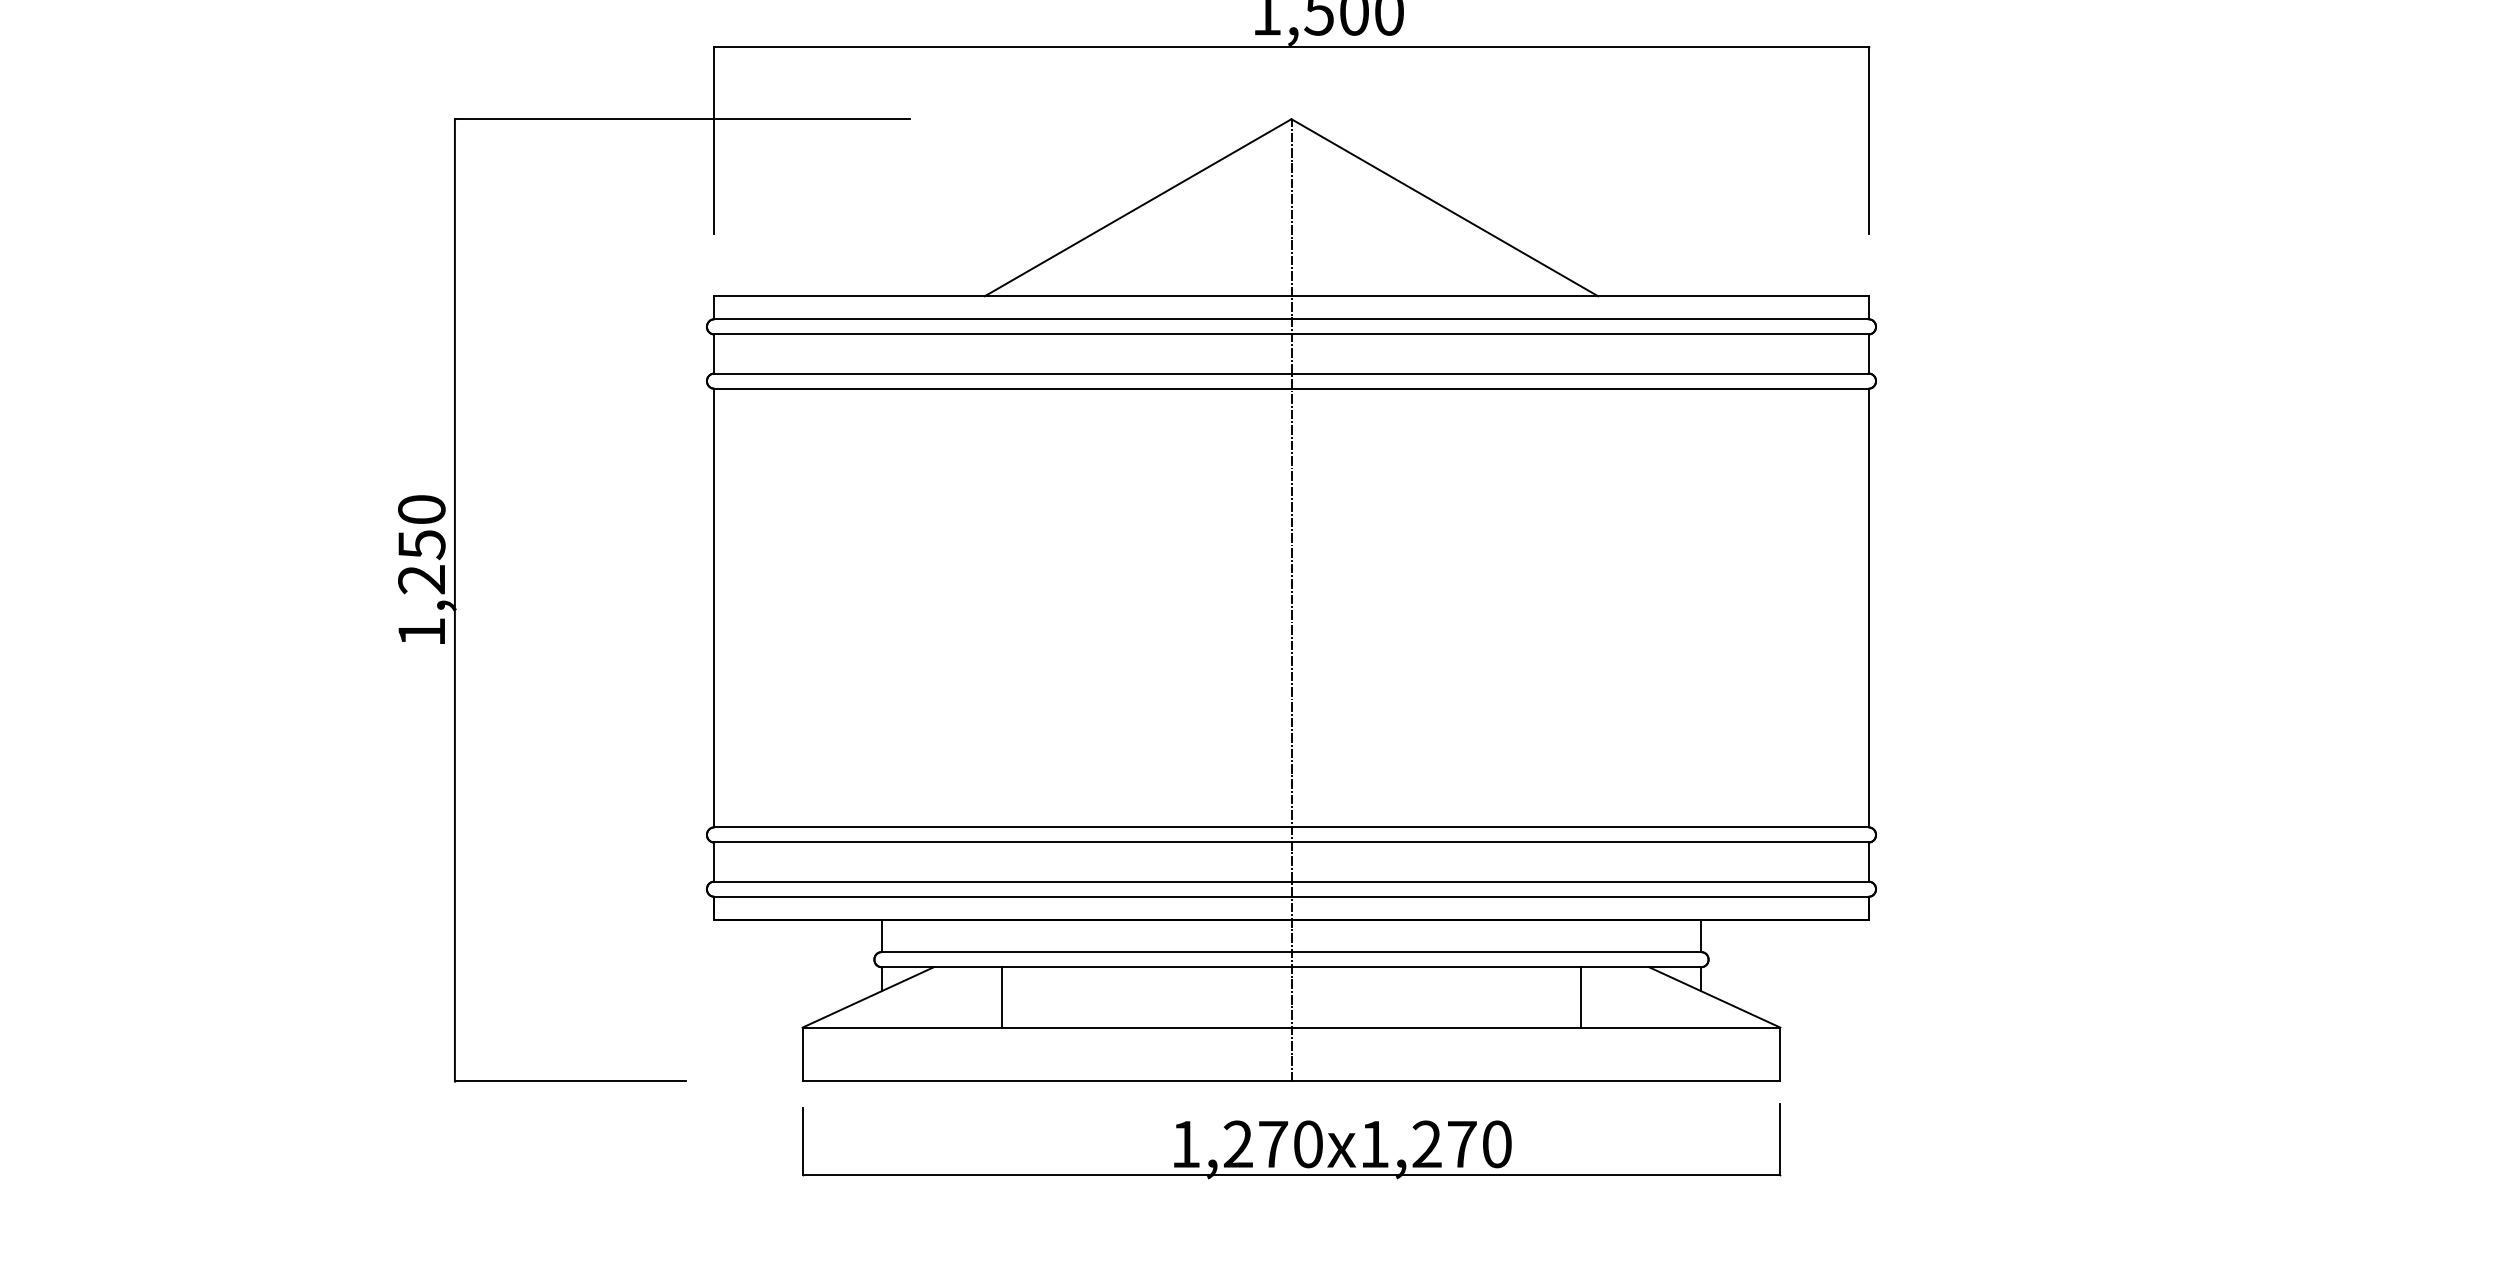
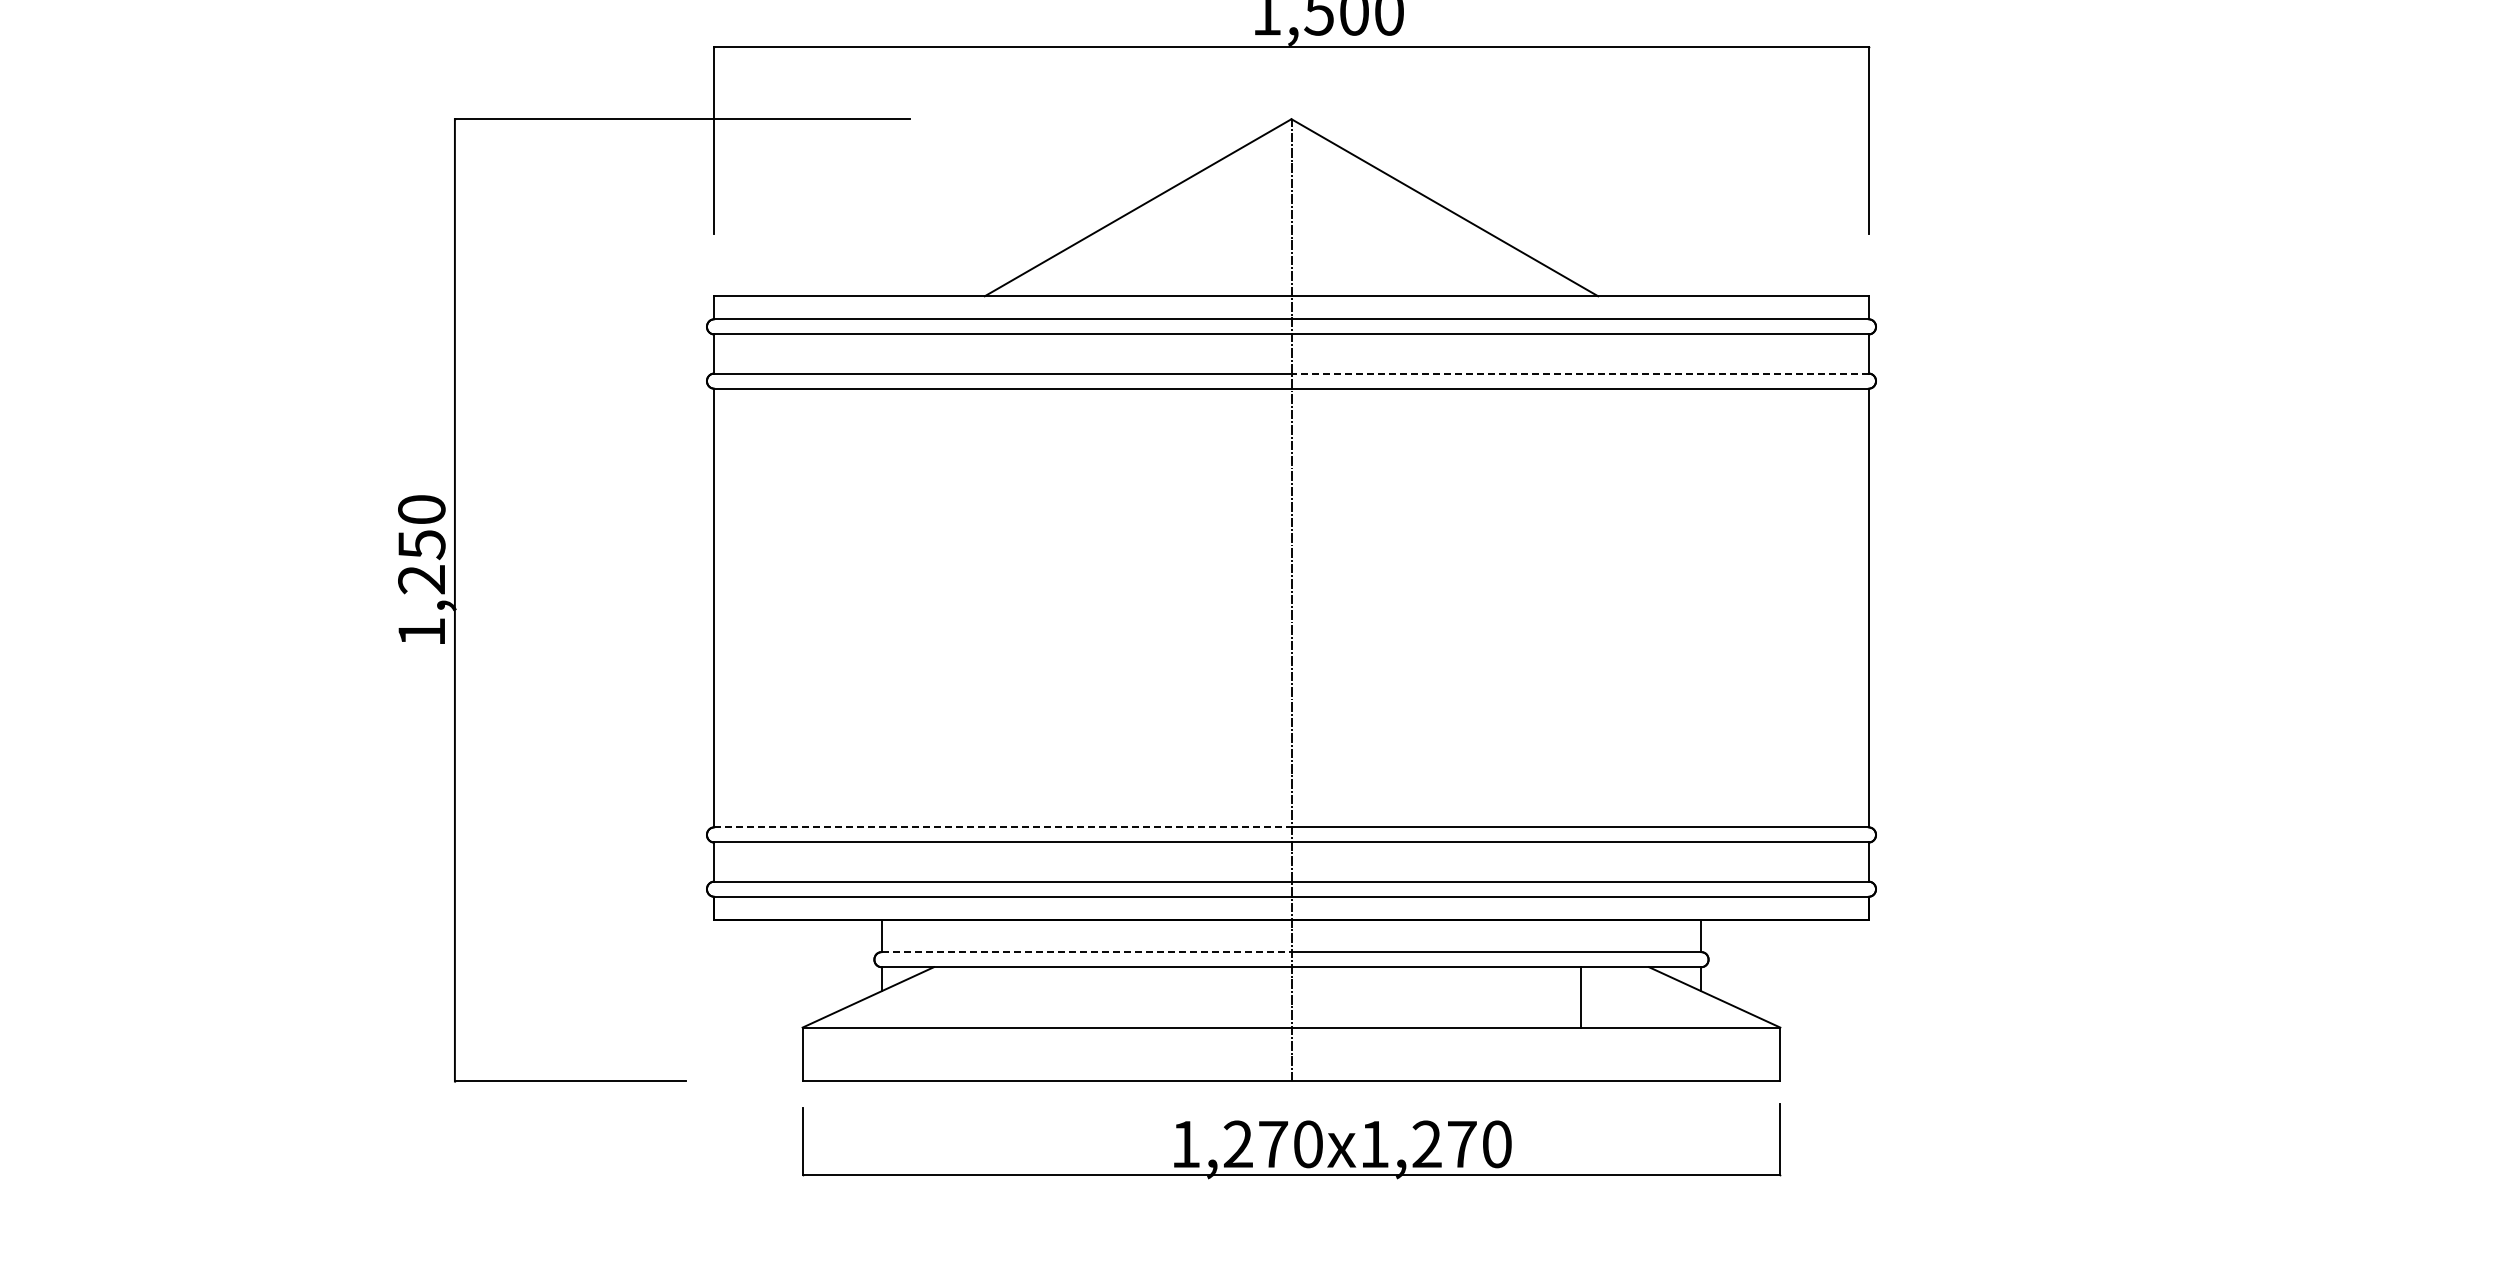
line at (1580, 373): solid -> dashed
line at (1002, 827): solid -> dashed
line at (1086, 952): solid -> dashed
line at (1001, 997): present -> none
